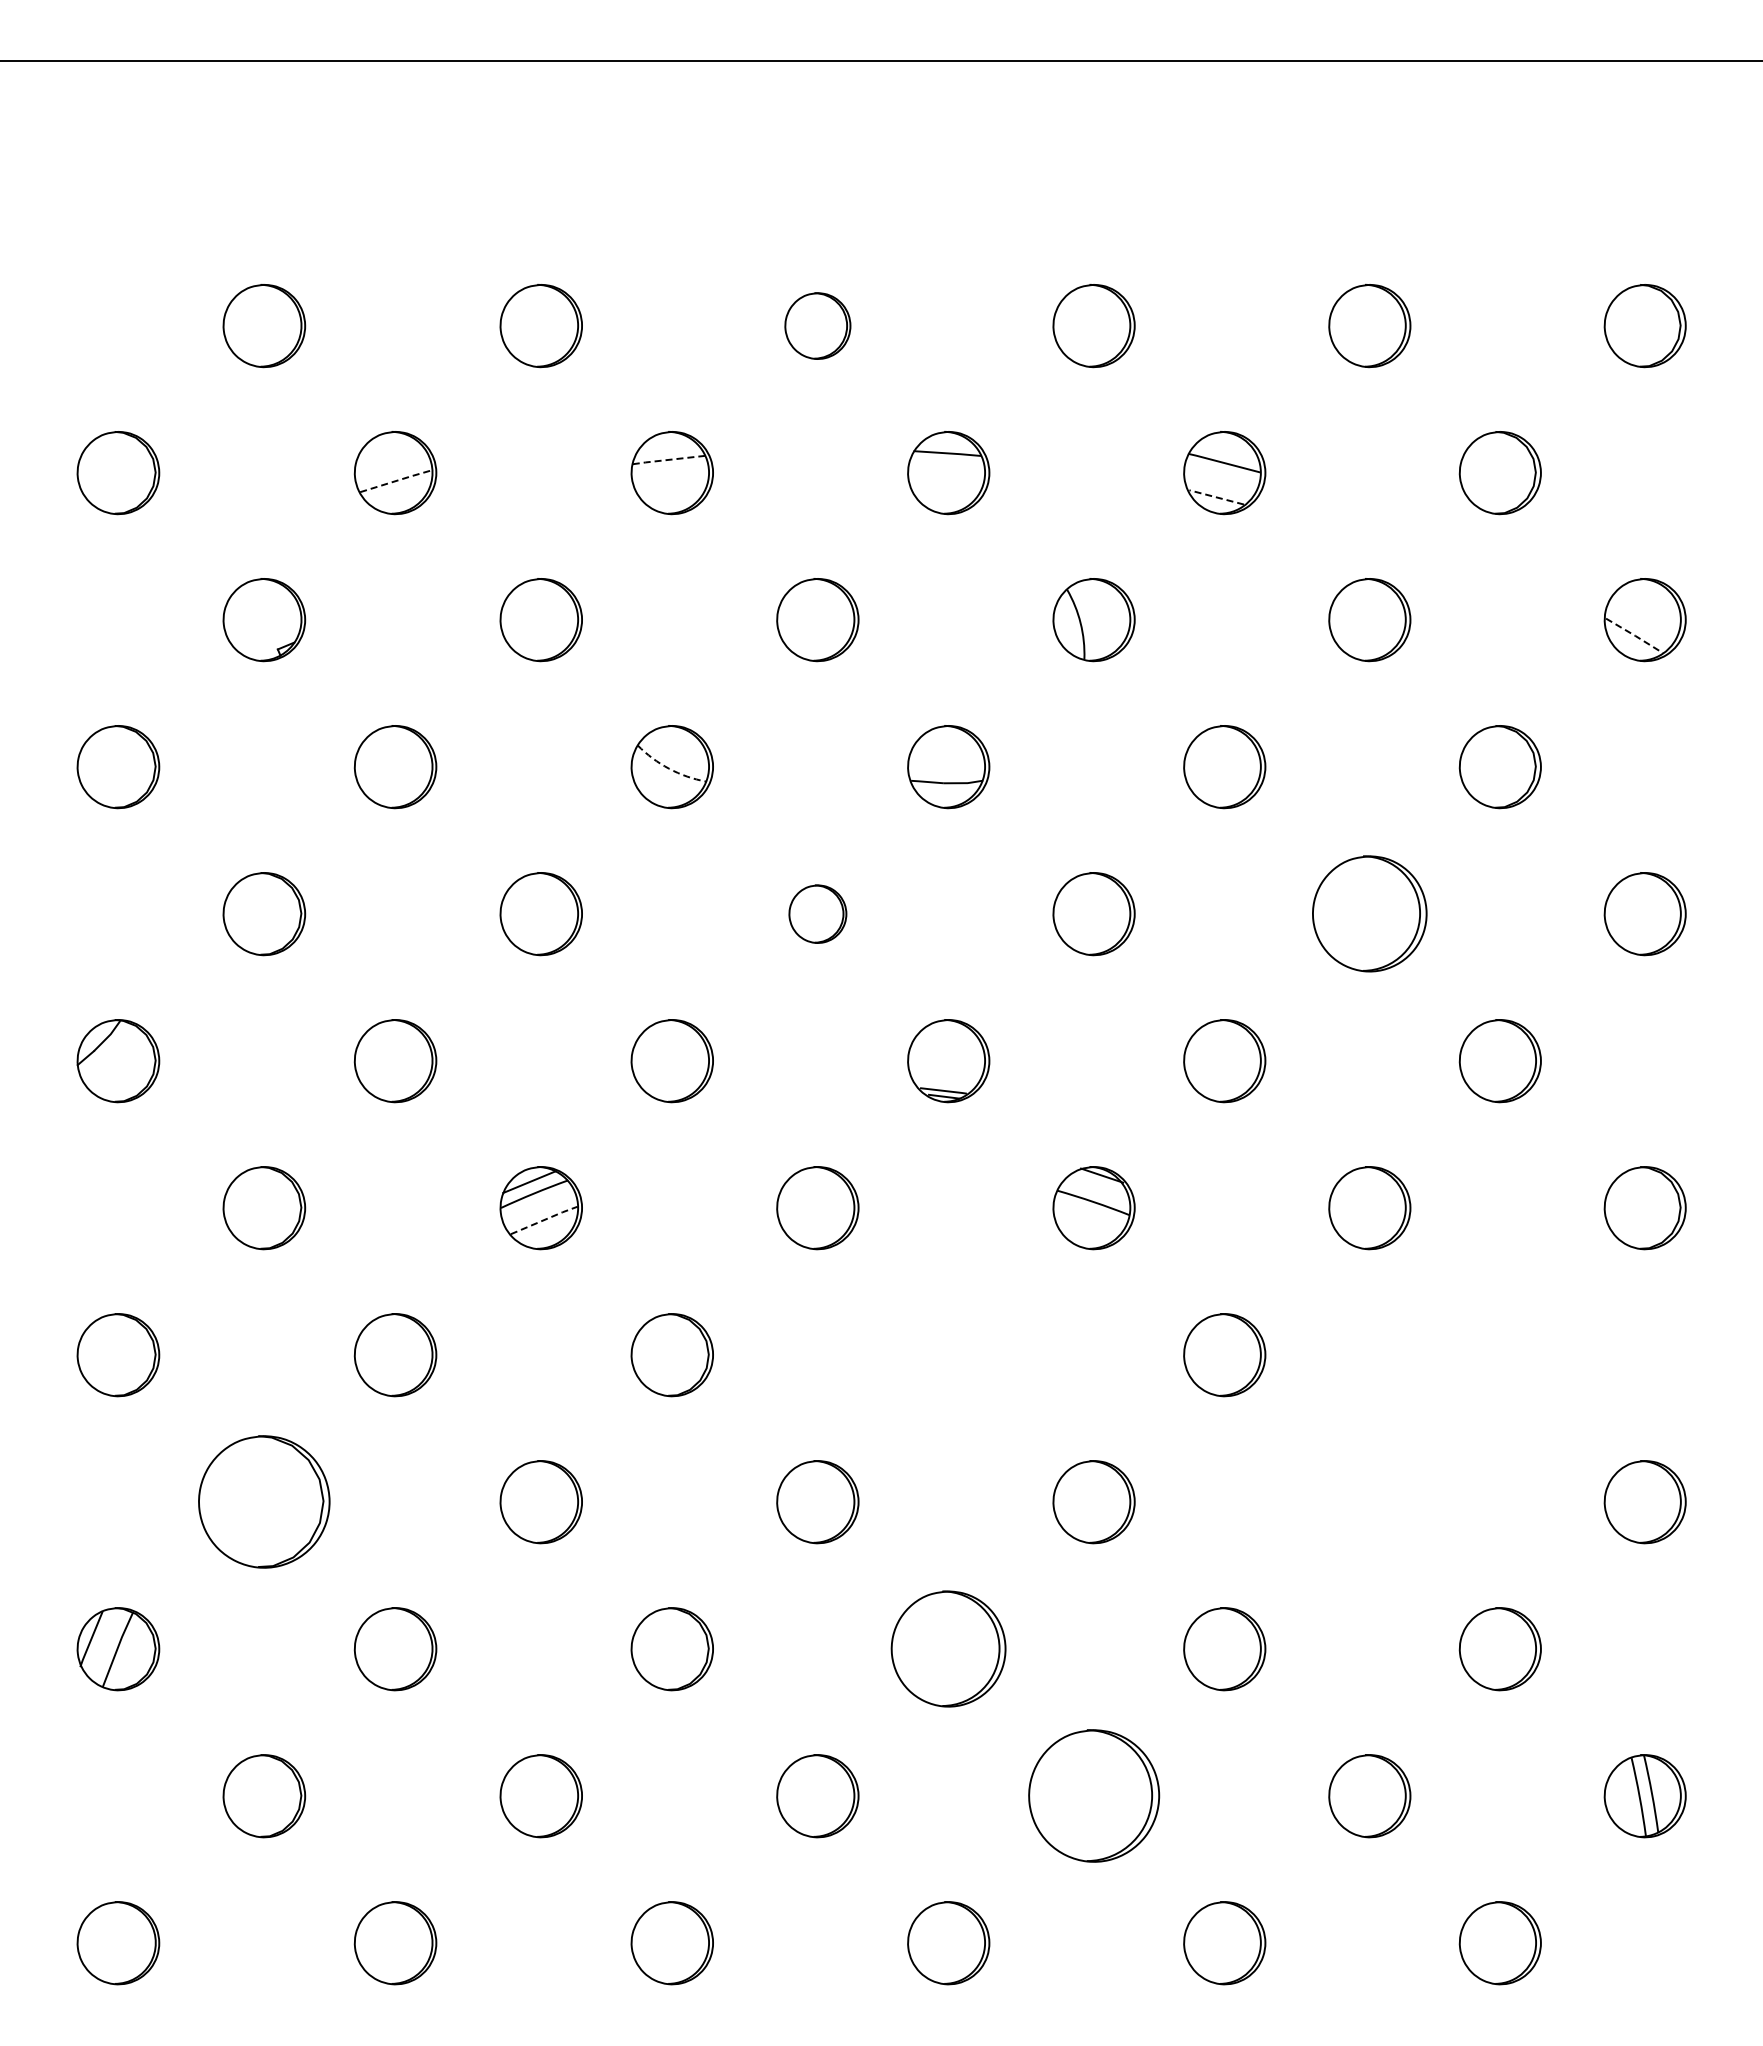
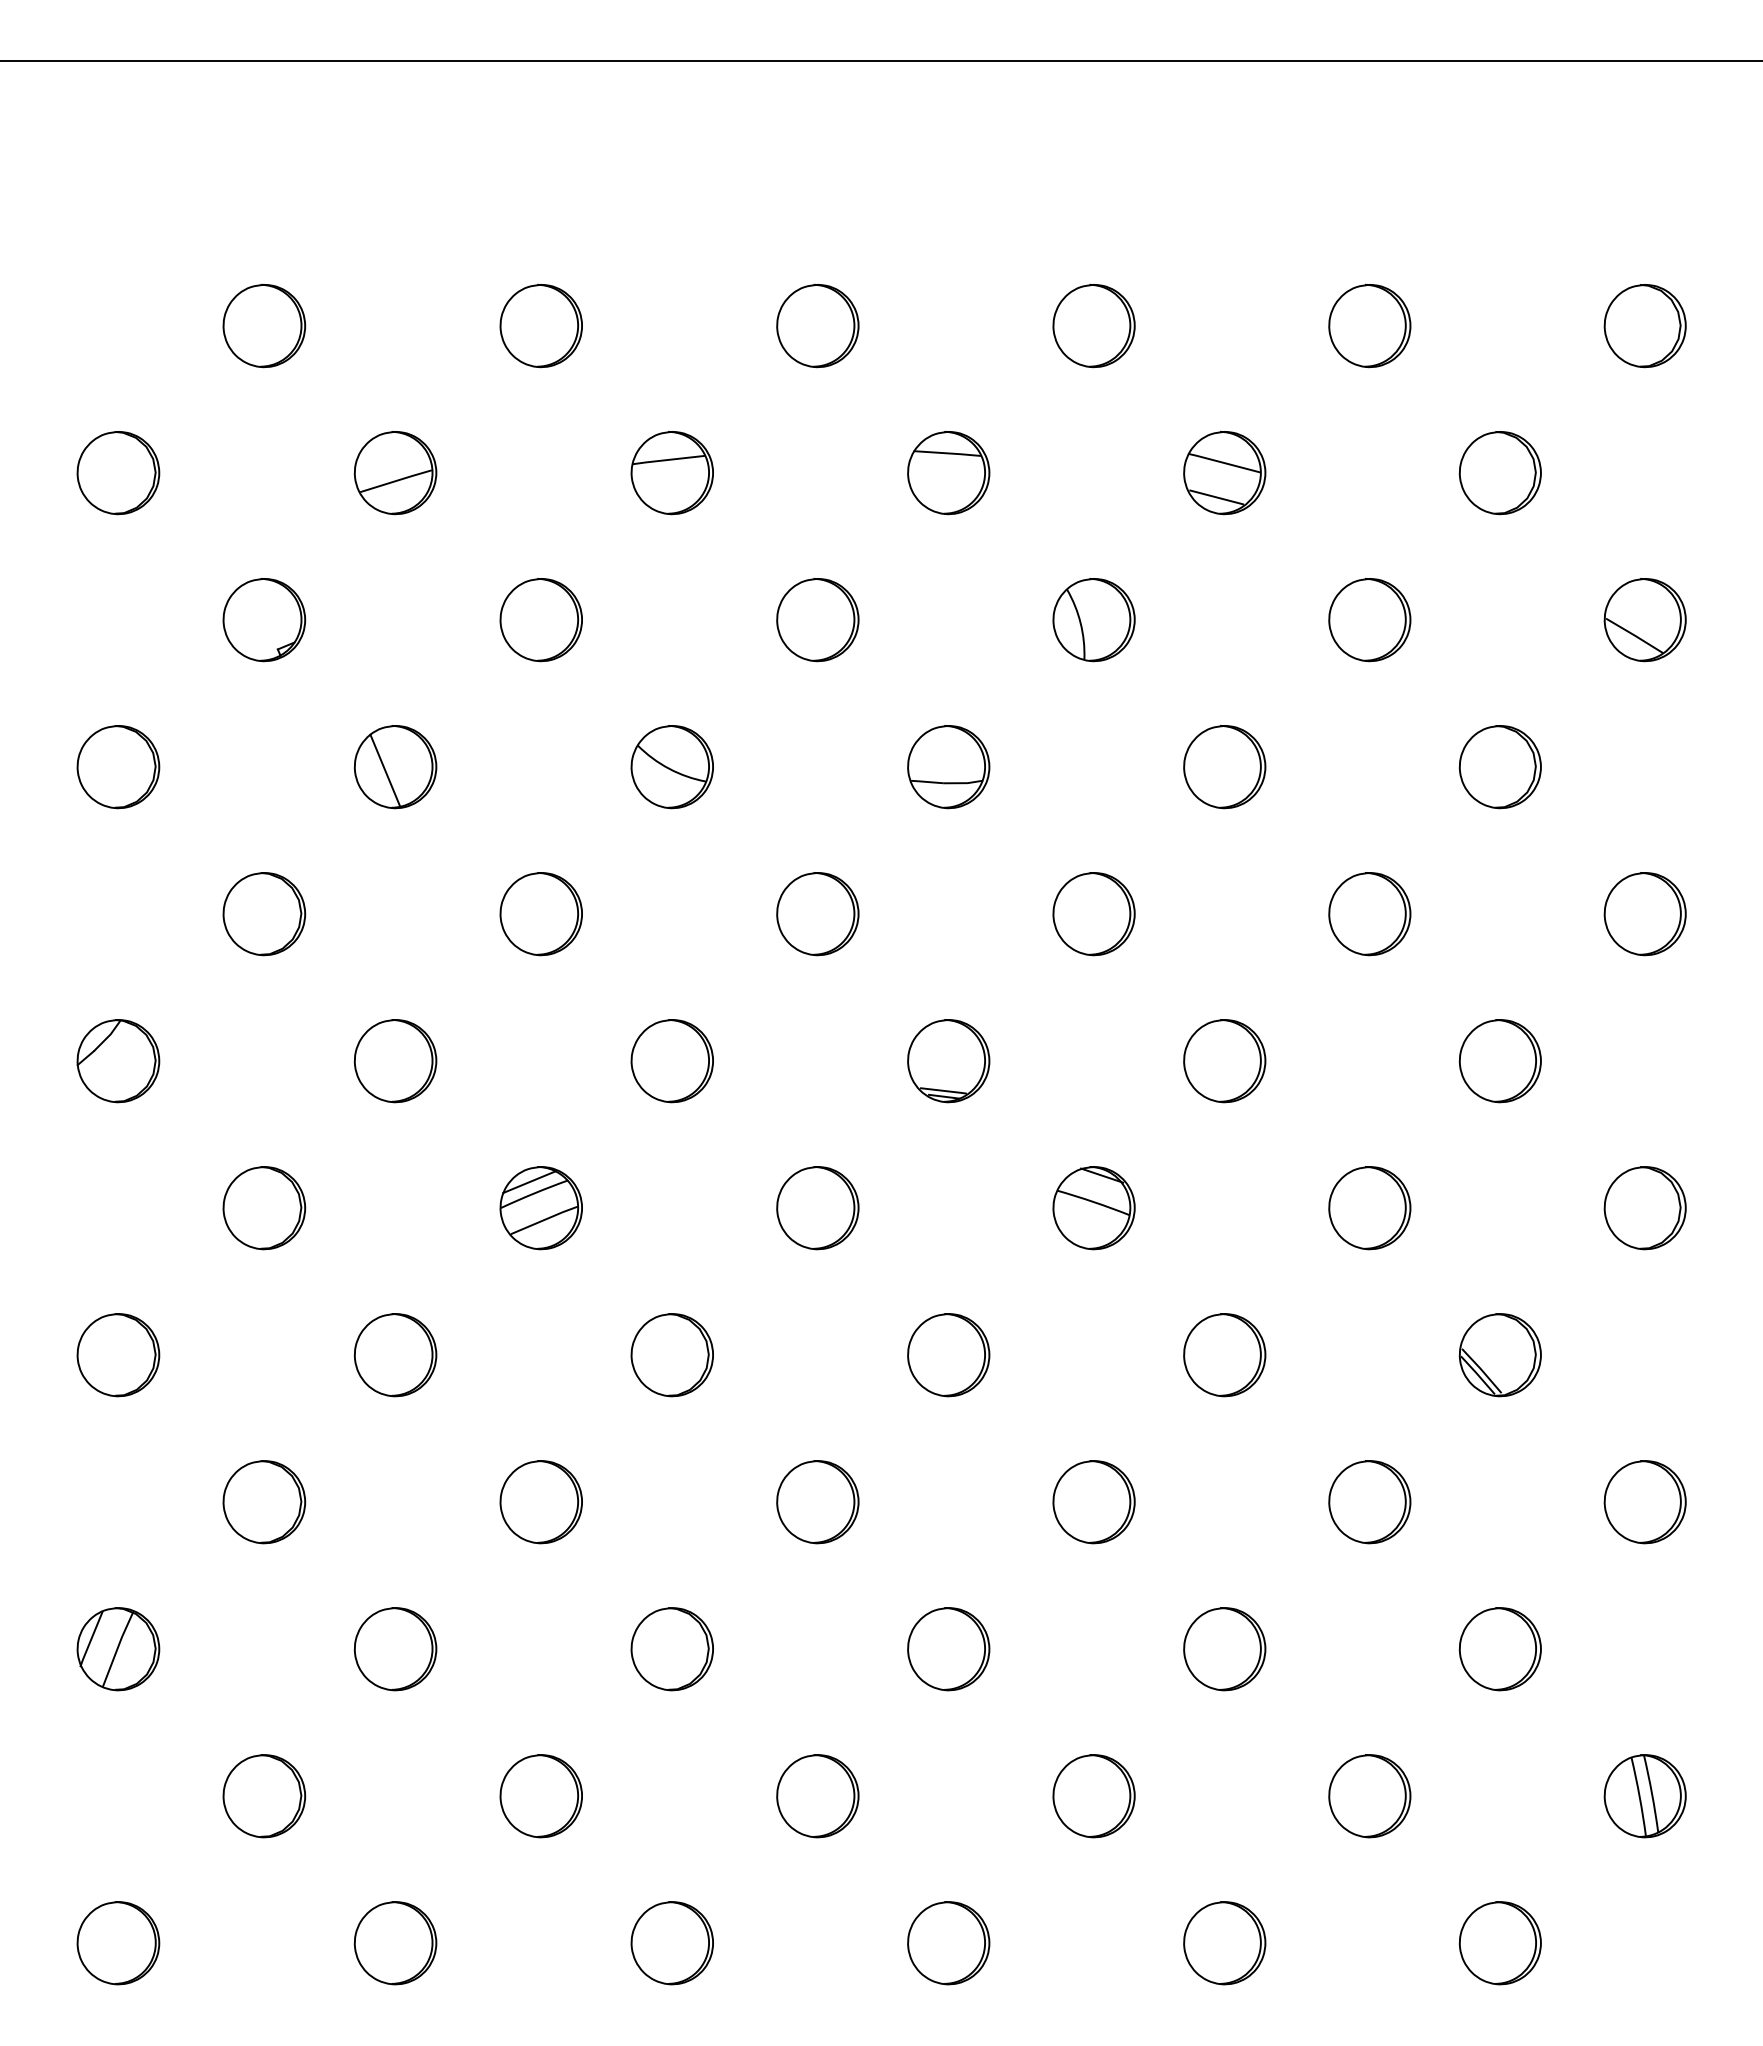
part at (817, 325) size: 68x68 px -> 84x85 px
line at (667, 460): dashed -> solid
line at (397, 480): dashed -> solid
line at (1216, 497): dashed -> solid
line at (1635, 635): dashed -> solid
arc at (669, 768): dashed -> solid
line at (385, 770): none -> present
part at (817, 913) size: 60x60 px -> 84x85 px
part at (1369, 913) size: 116x118 px -> 84x85 px
line at (544, 1219): dashed -> solid
part at (948, 1355): none -> present
part at (1499, 1355): none -> present
part at (264, 1501) size: 133x134 px -> 85x85 px
part at (1369, 1502): none -> present
part at (948, 1648) size: 117x118 px -> 84x85 px
part at (1094, 1795) size: 133x134 px -> 84x85 px
